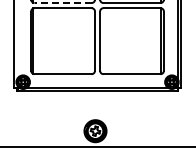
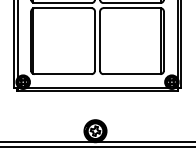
line at (63, 3): dashed -> solid
line at (17, 40): none -> present
line at (97, 142): none -> present
